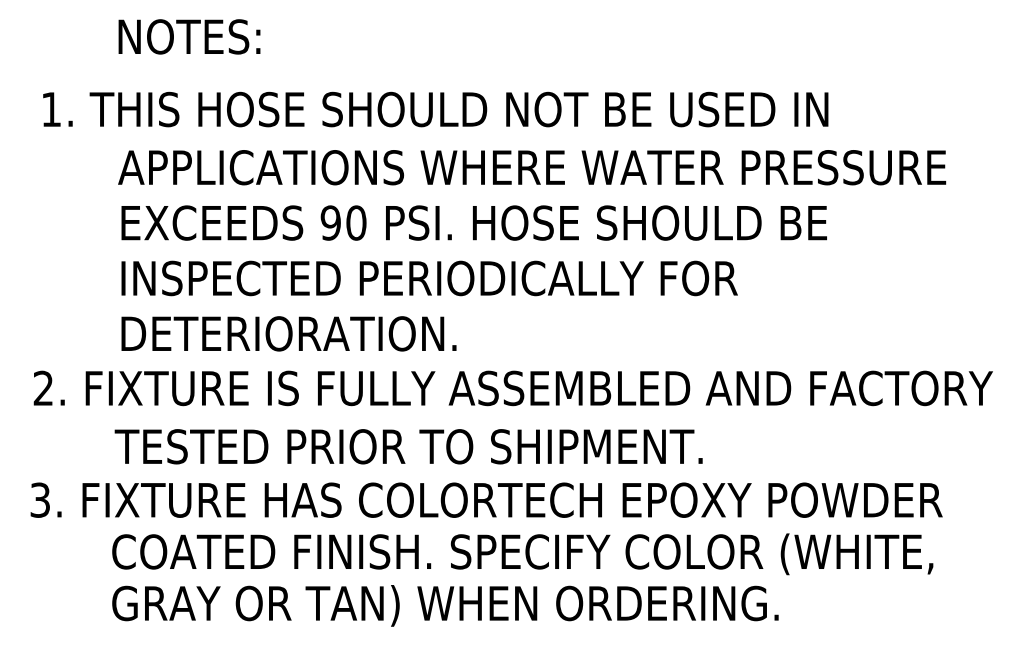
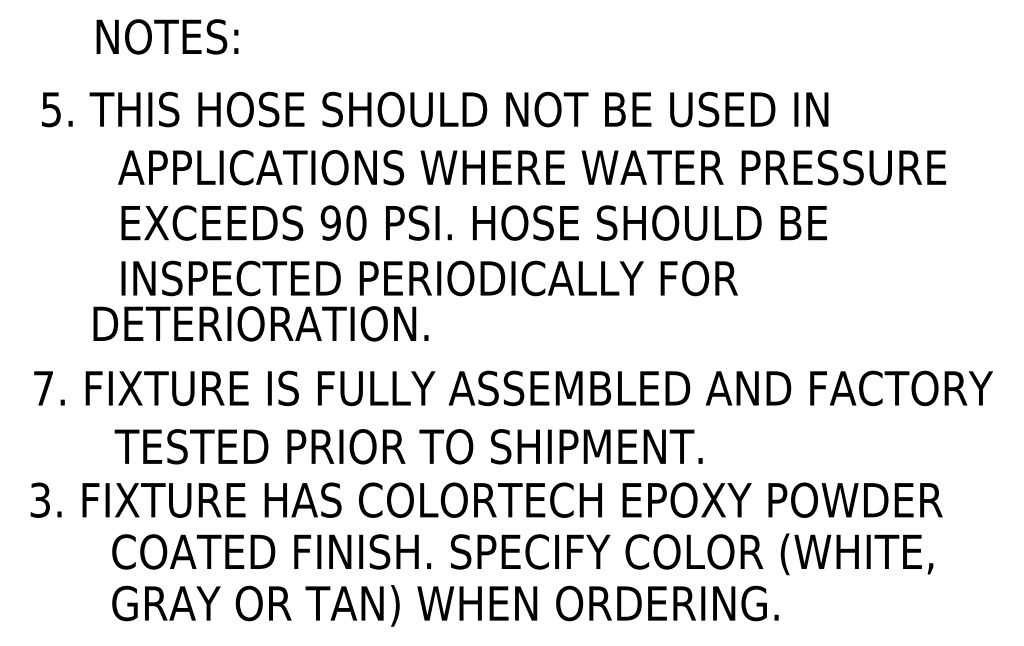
text at (189, 36) position: (189, 36) -> (167, 36)
text at (50, 109): 1. -> 5.
text at (288, 333) position: (288, 333) -> (260, 323)
text at (42, 387): 2. -> 7.
